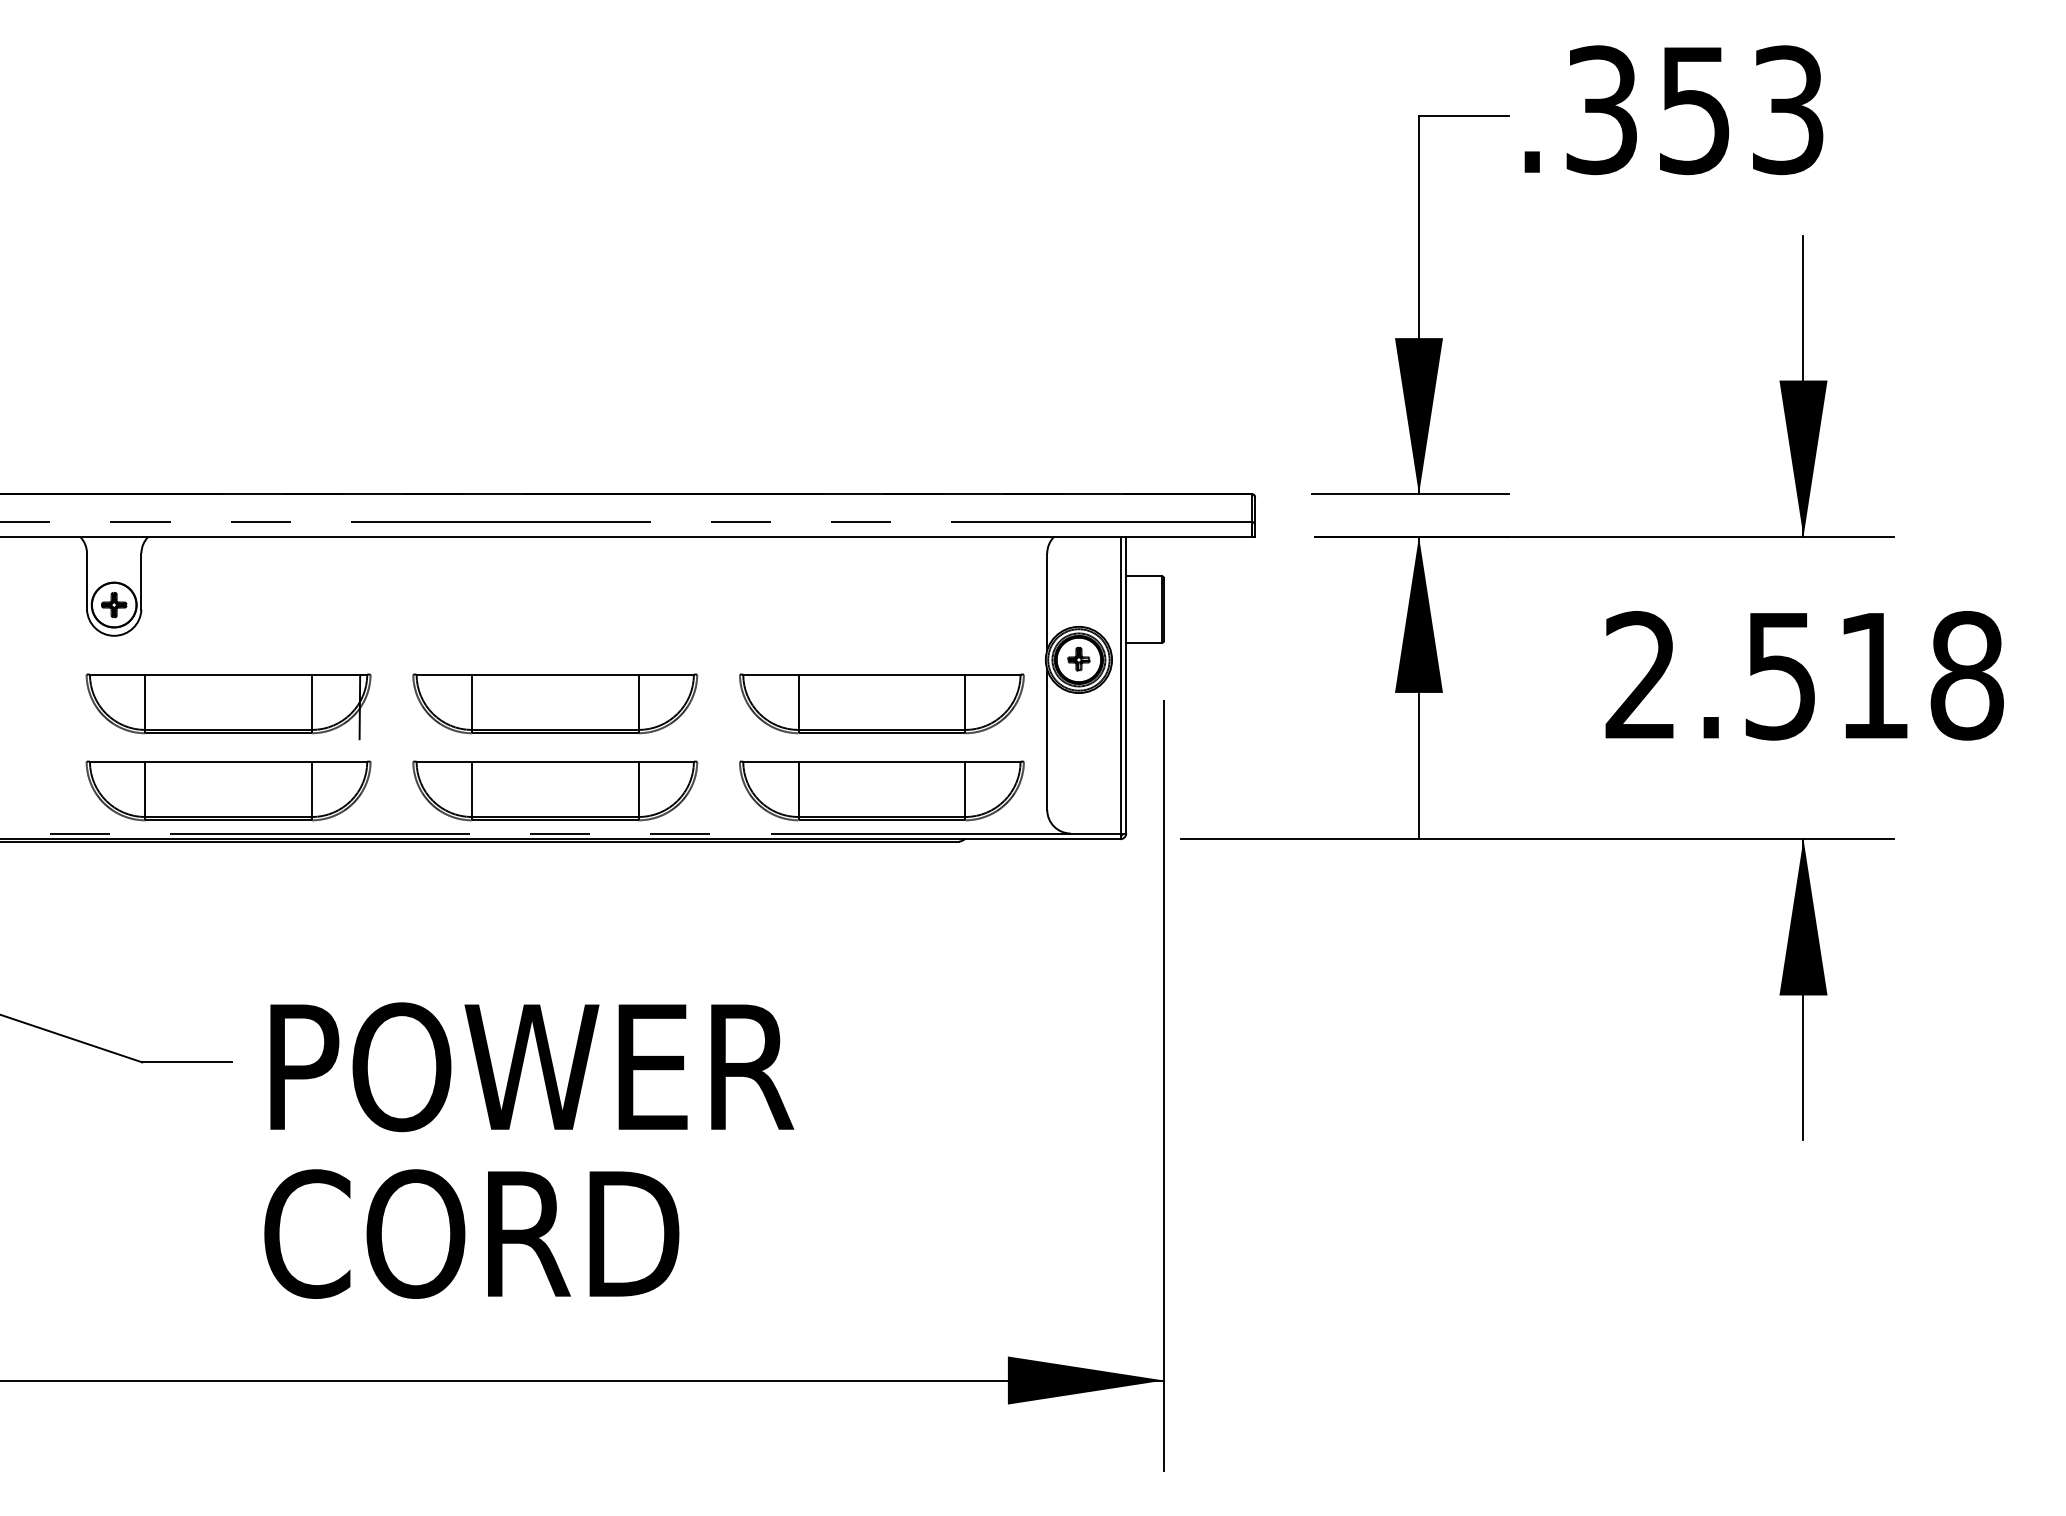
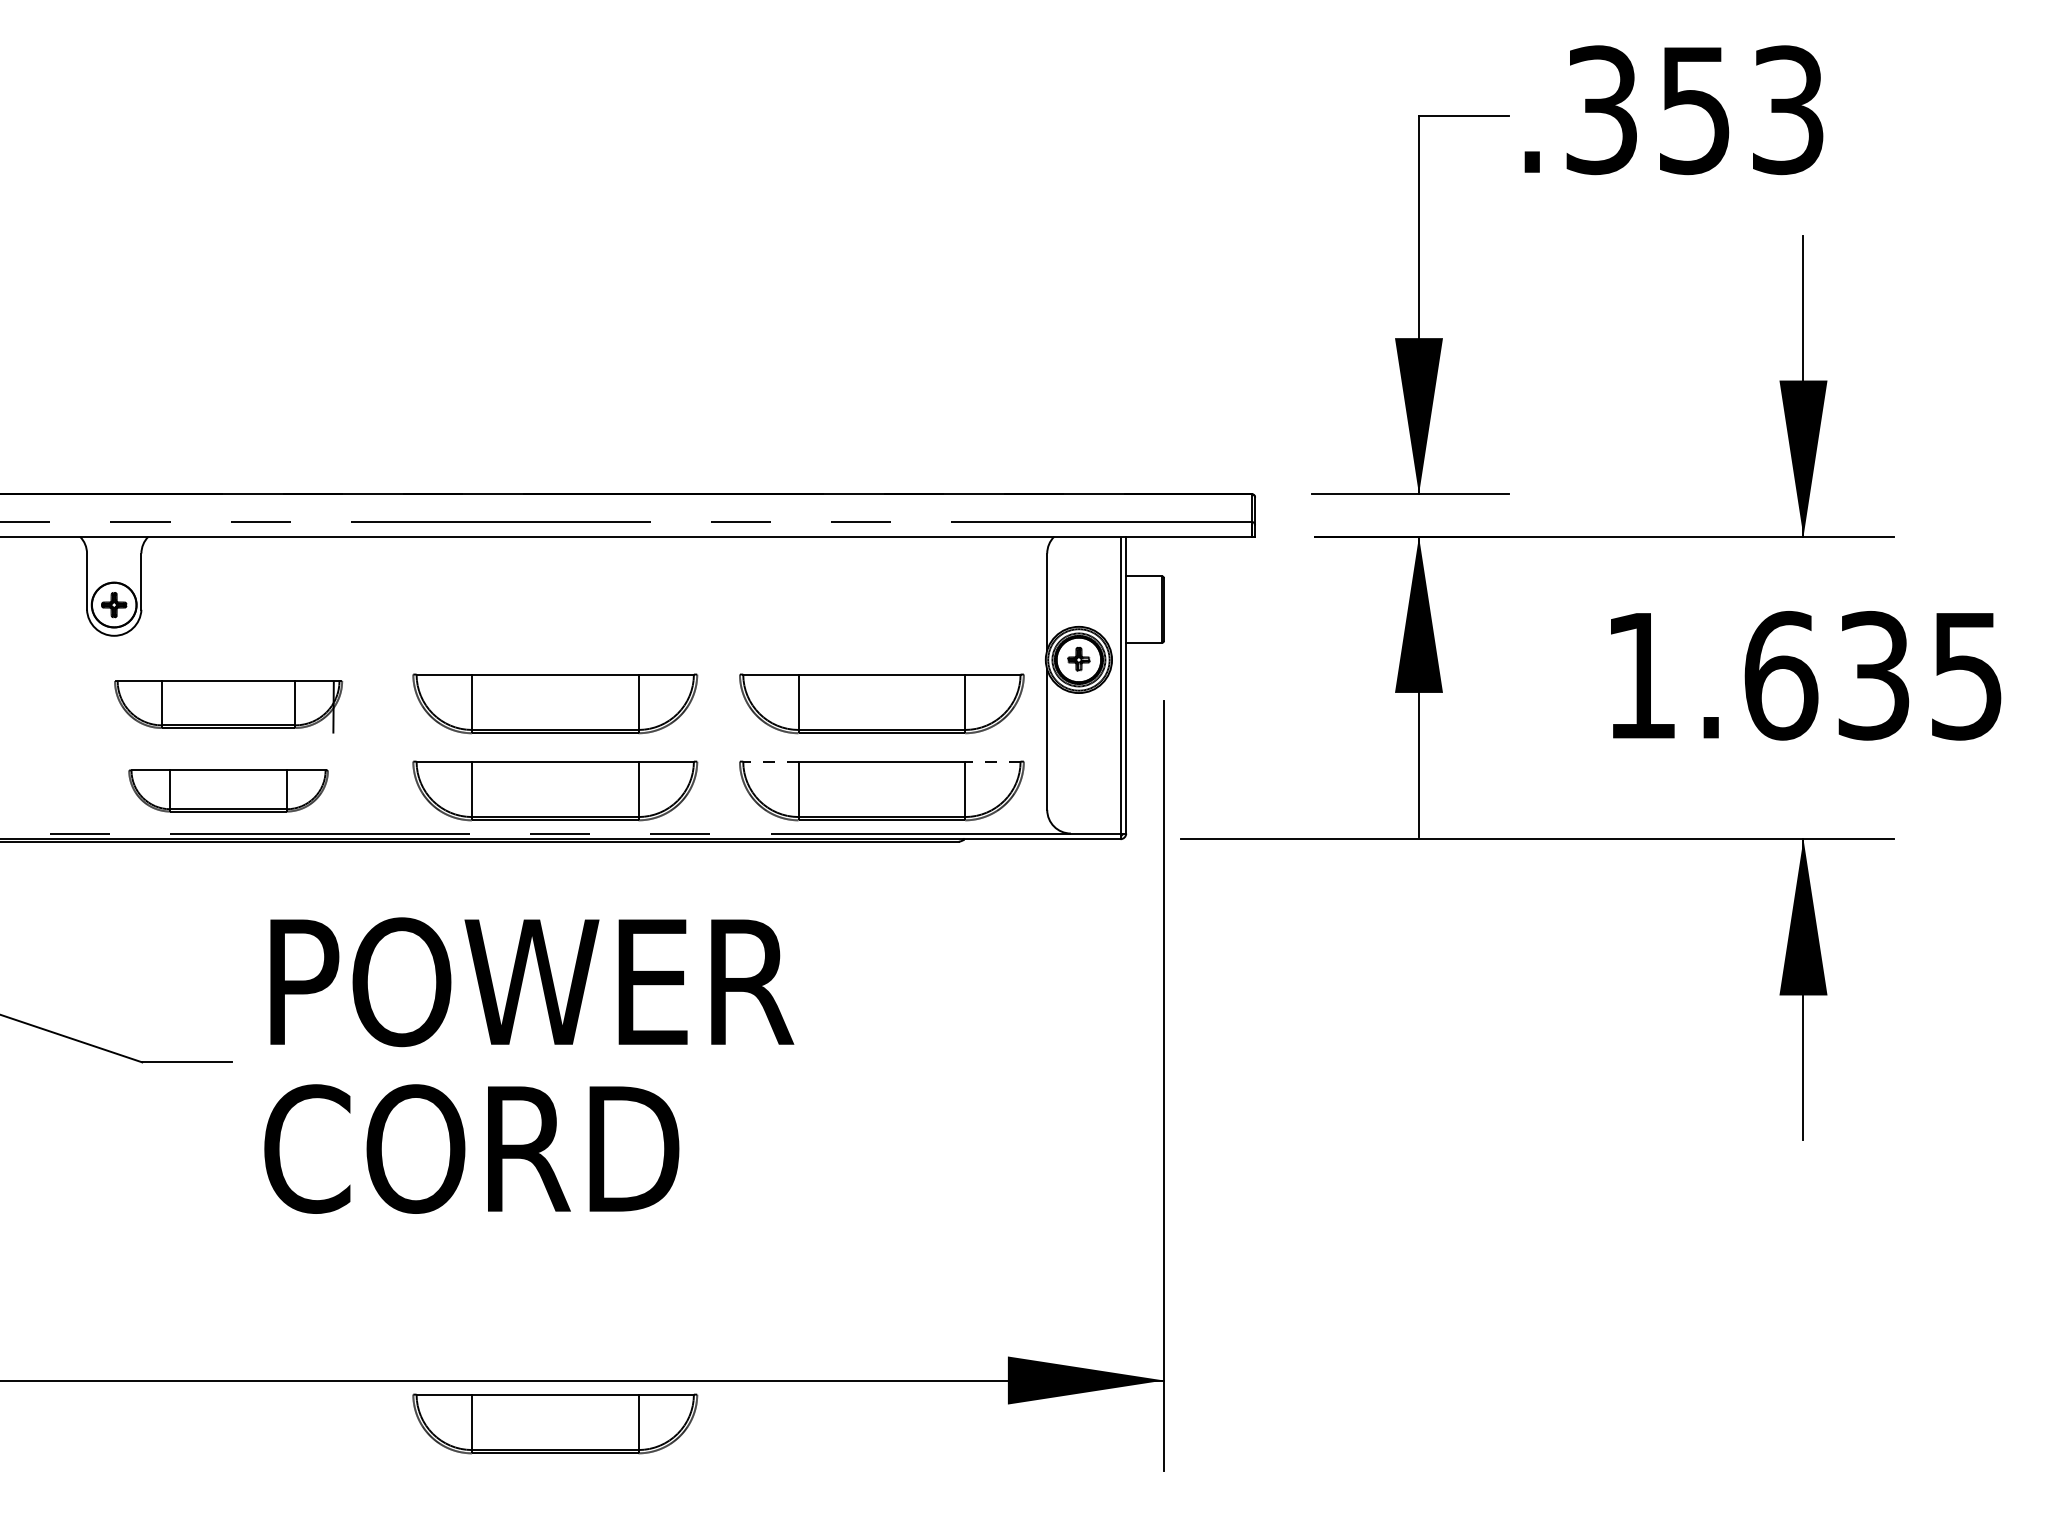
text at (1804, 675): 2.518 -> 1.635
part at (228, 706) size: 287x68 px -> 230x54 px
line at (770, 761): solid -> dashed
line at (992, 761): solid -> dashed
part at (228, 790) size: 287x62 px -> 201x44 px
text at (529, 1150) position: (529, 1150) -> (529, 1065)
part at (555, 1423): none -> present
